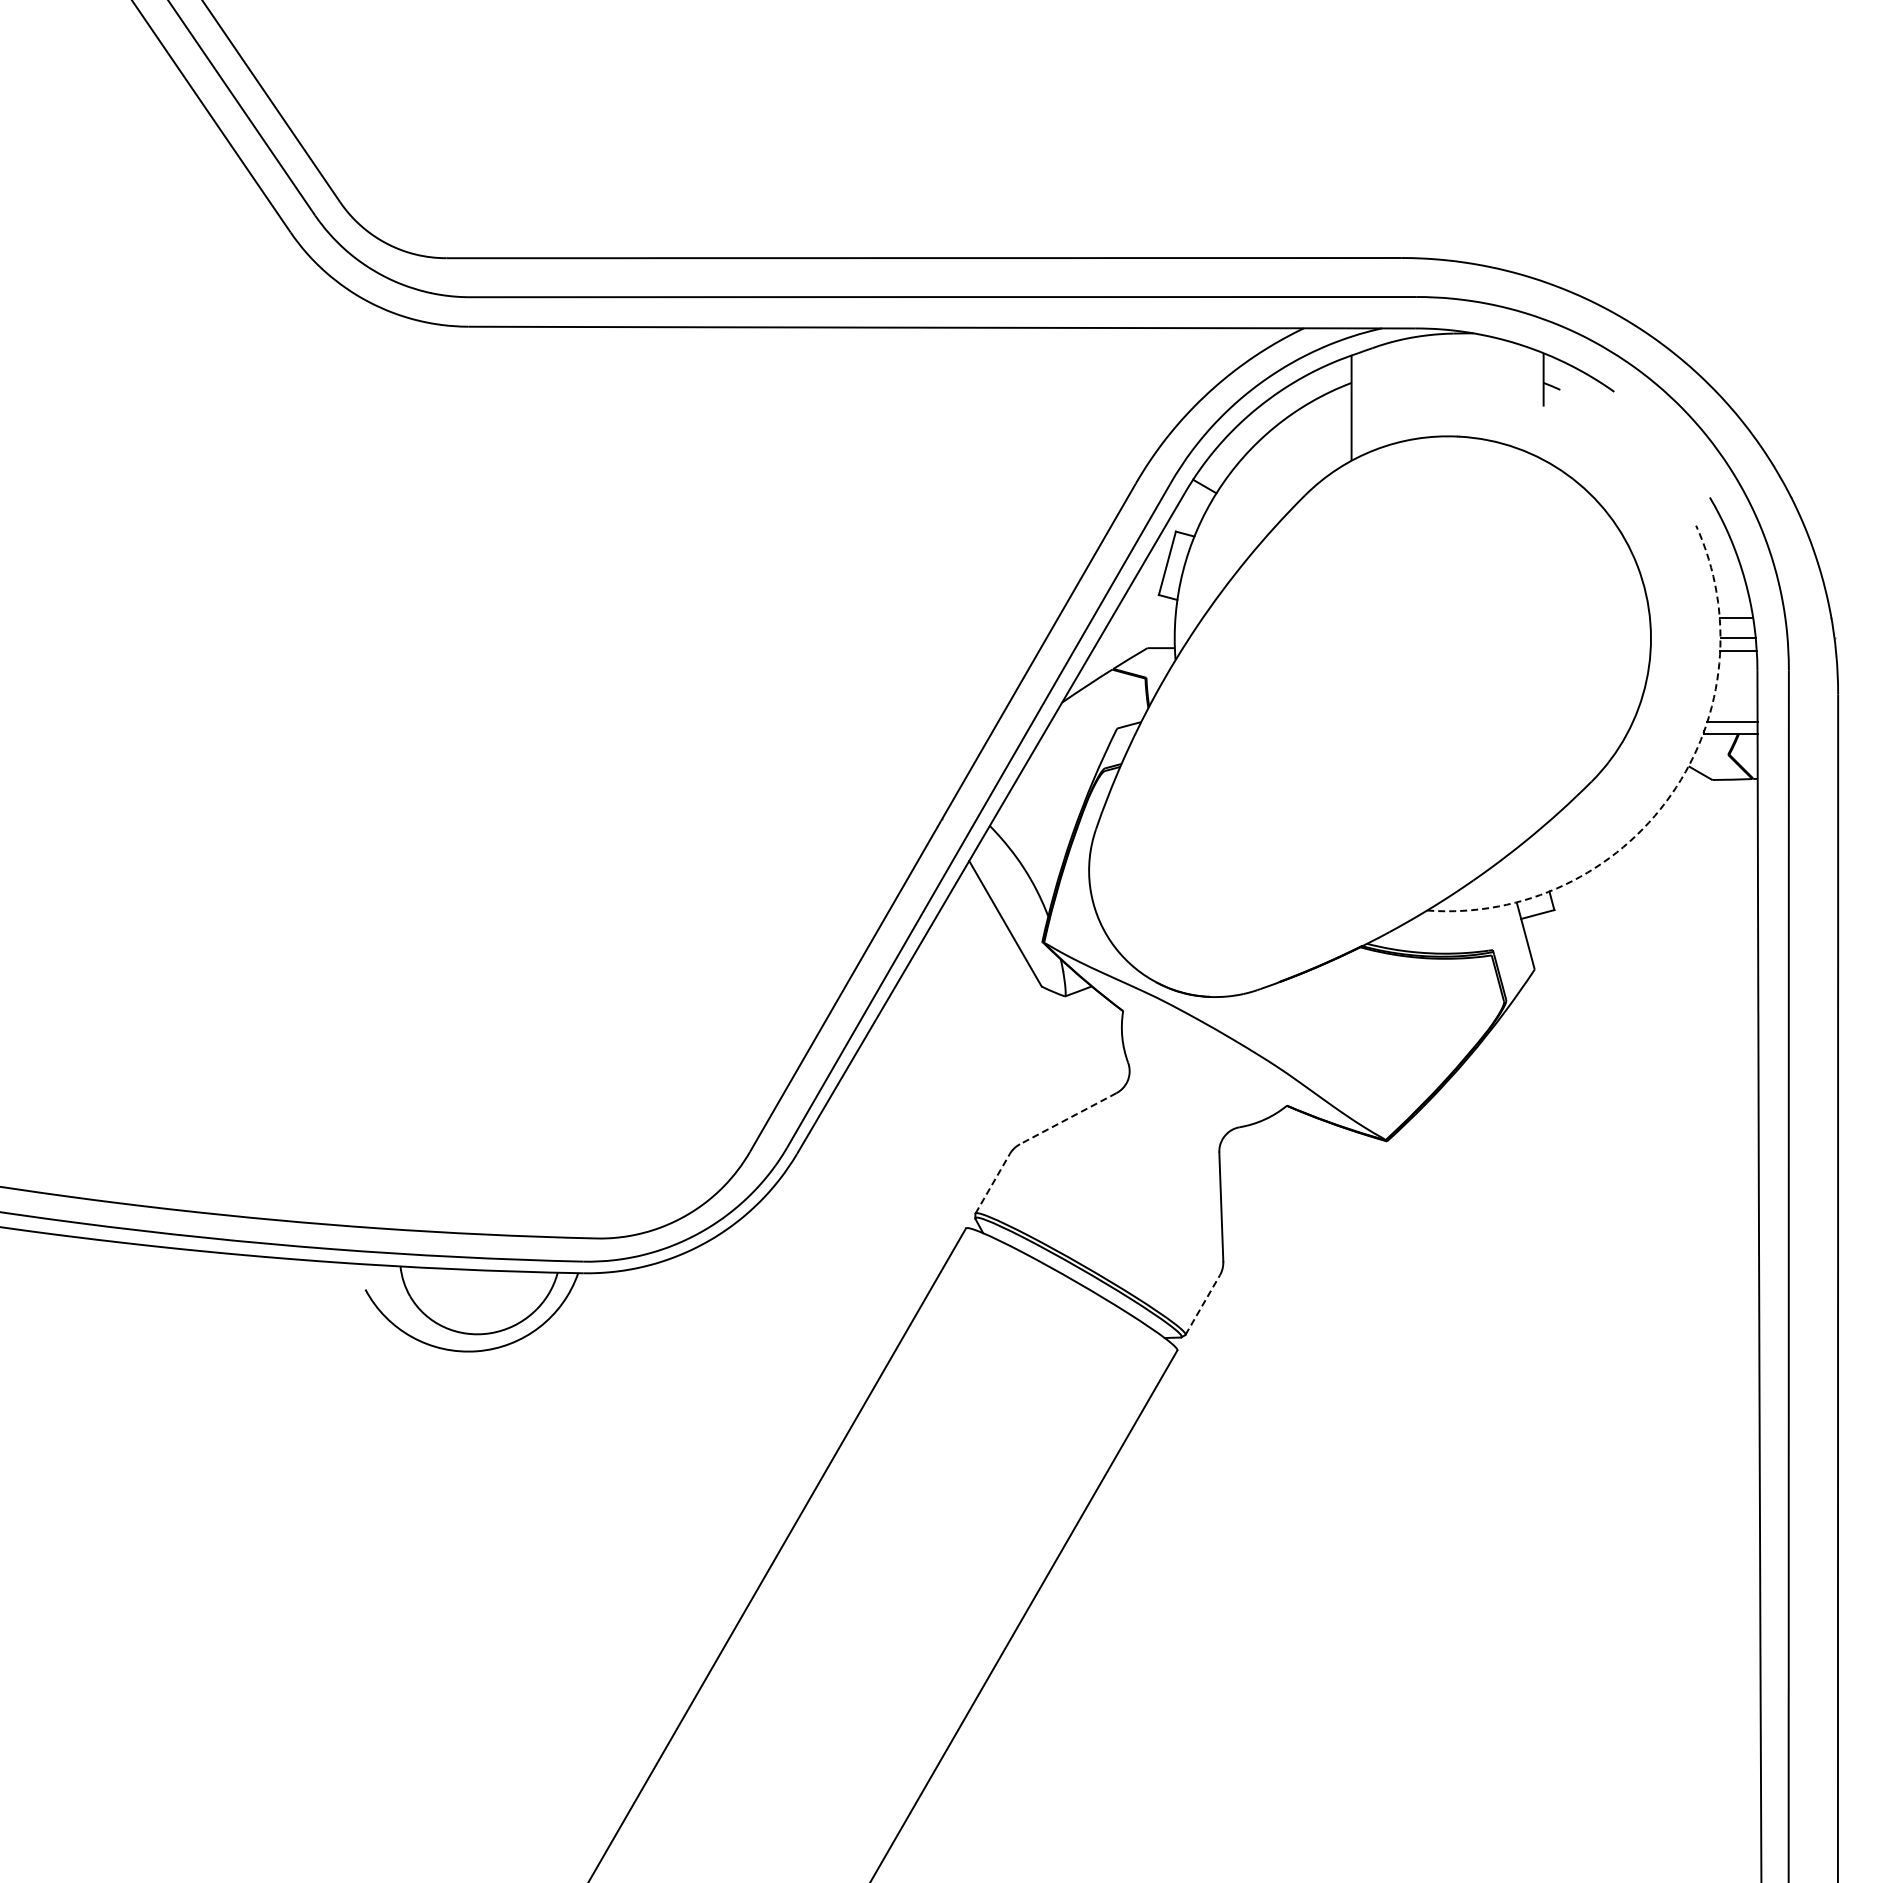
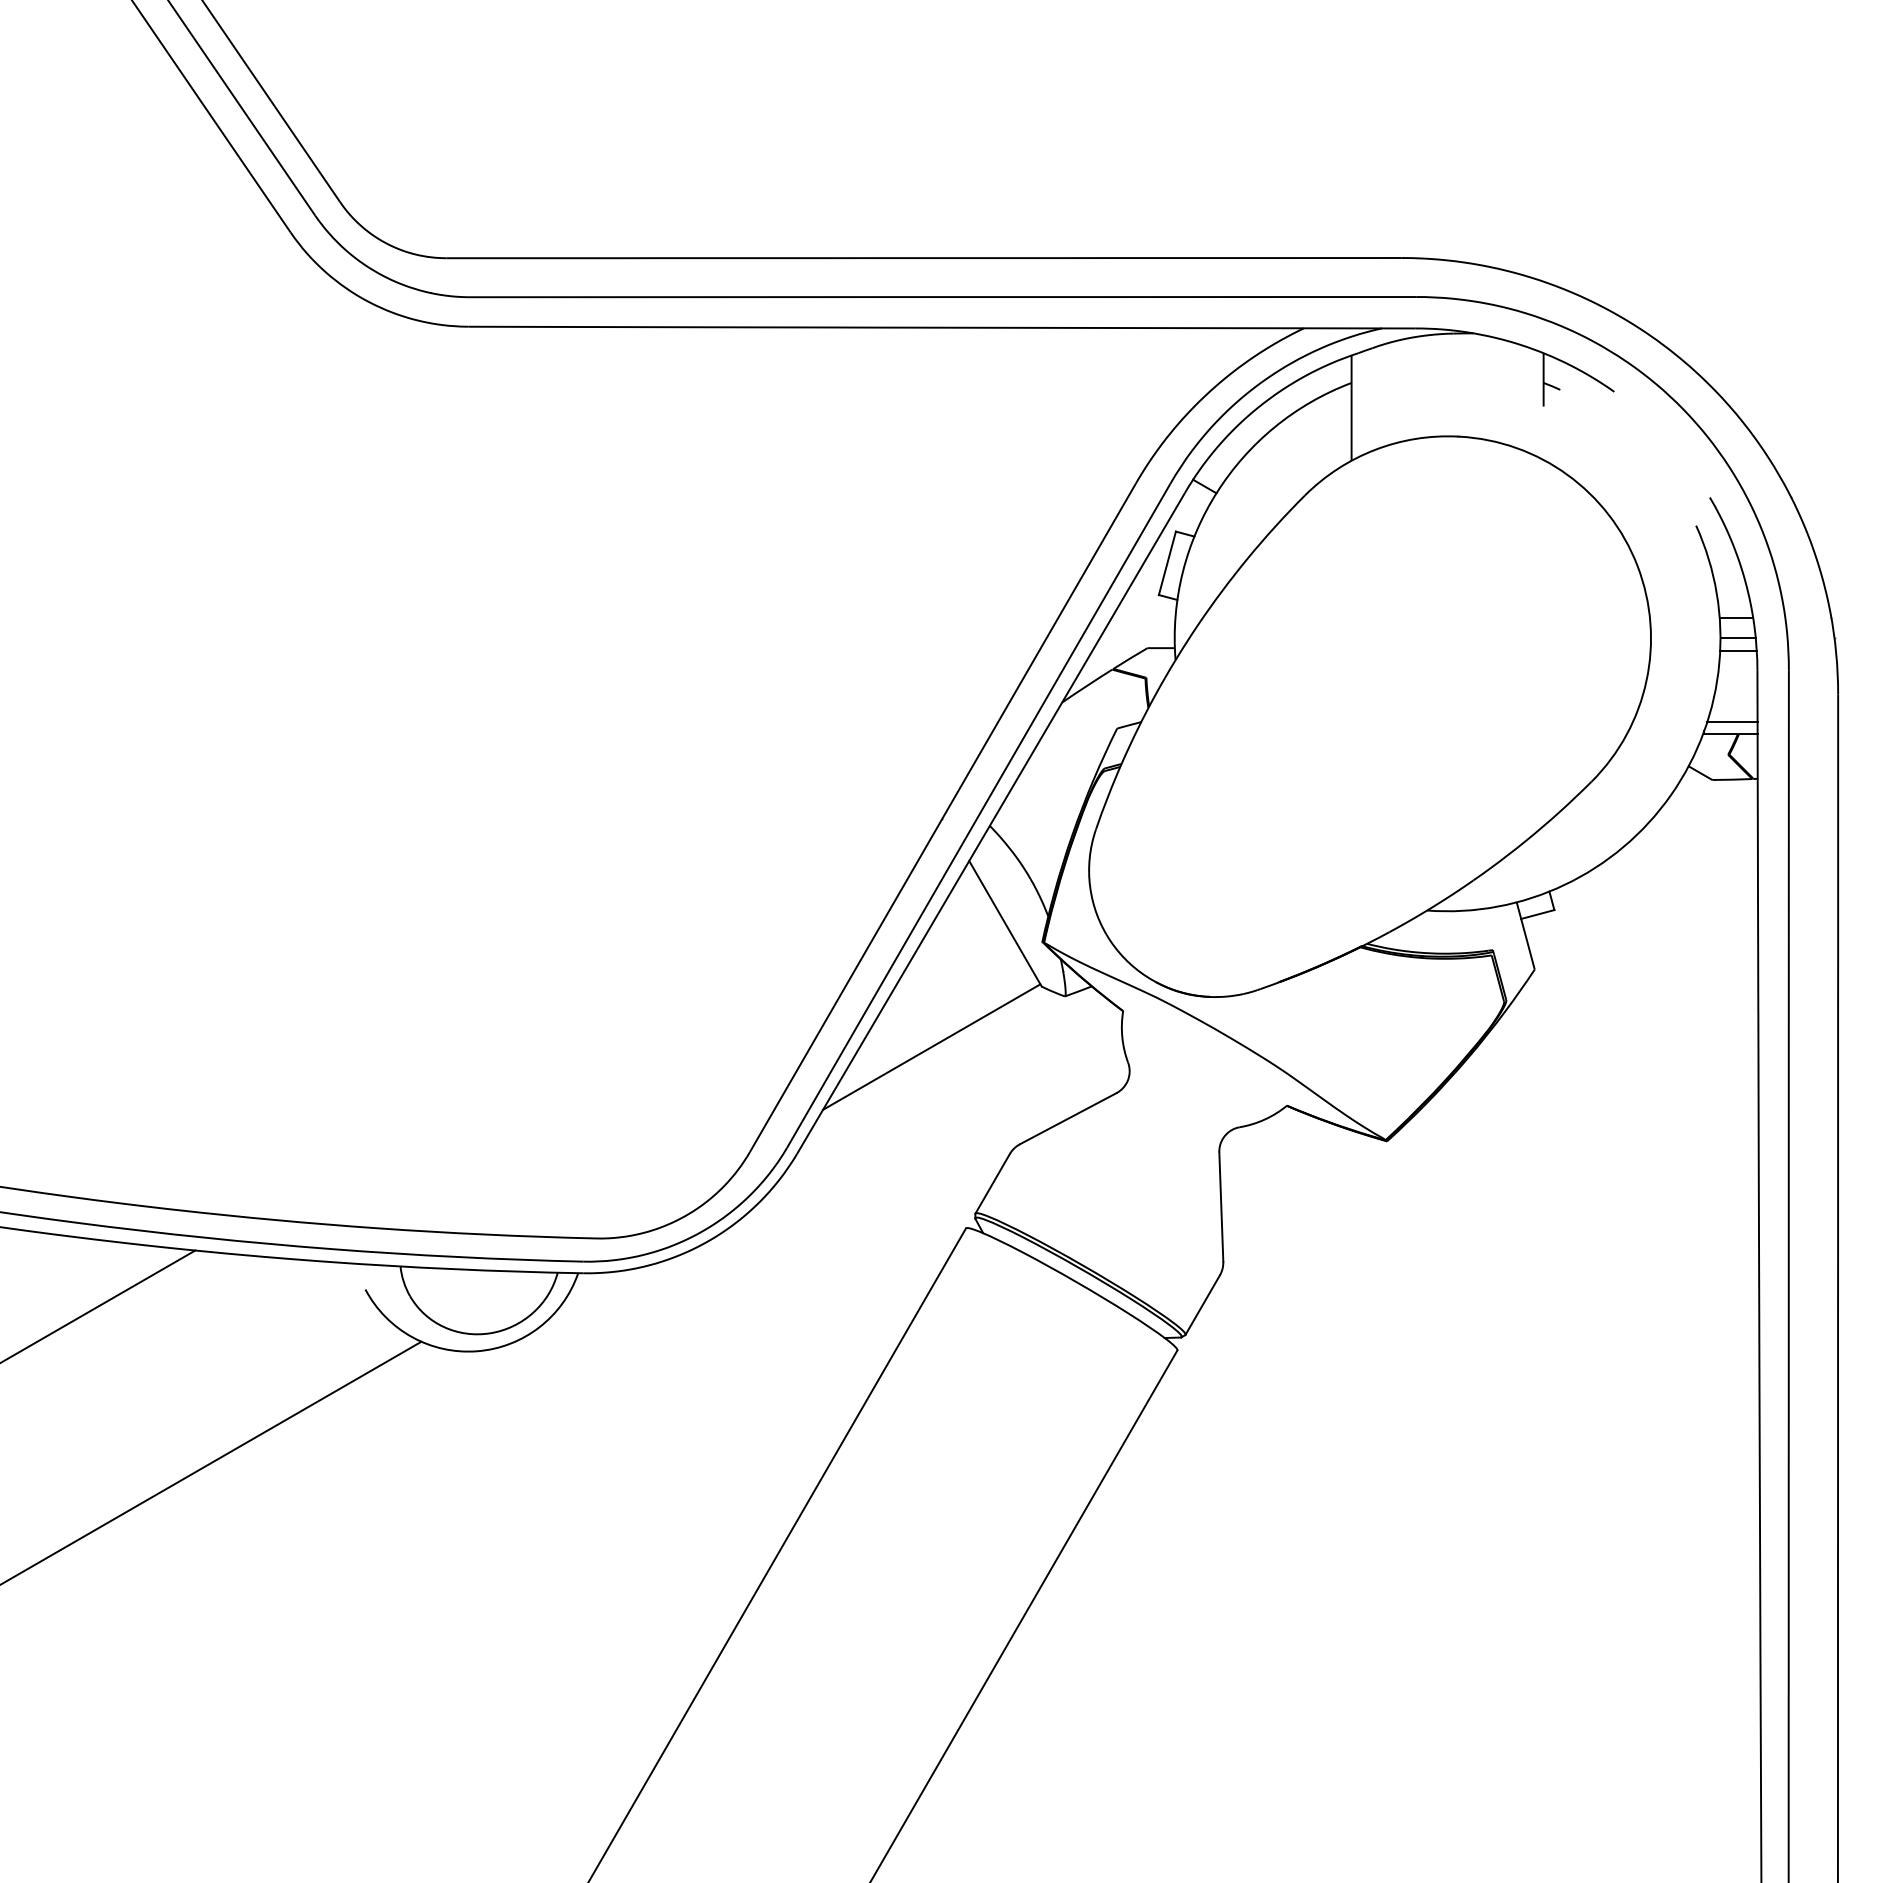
arc at (1671, 794): dashed -> solid
line at (931, 1046): none -> present
line at (1068, 1118): dashed -> solid
line at (992, 1183): dashed -> solid
line at (1202, 1304): dashed -> solid
line at (98, 1306): none -> present
line at (211, 1462): none -> present
